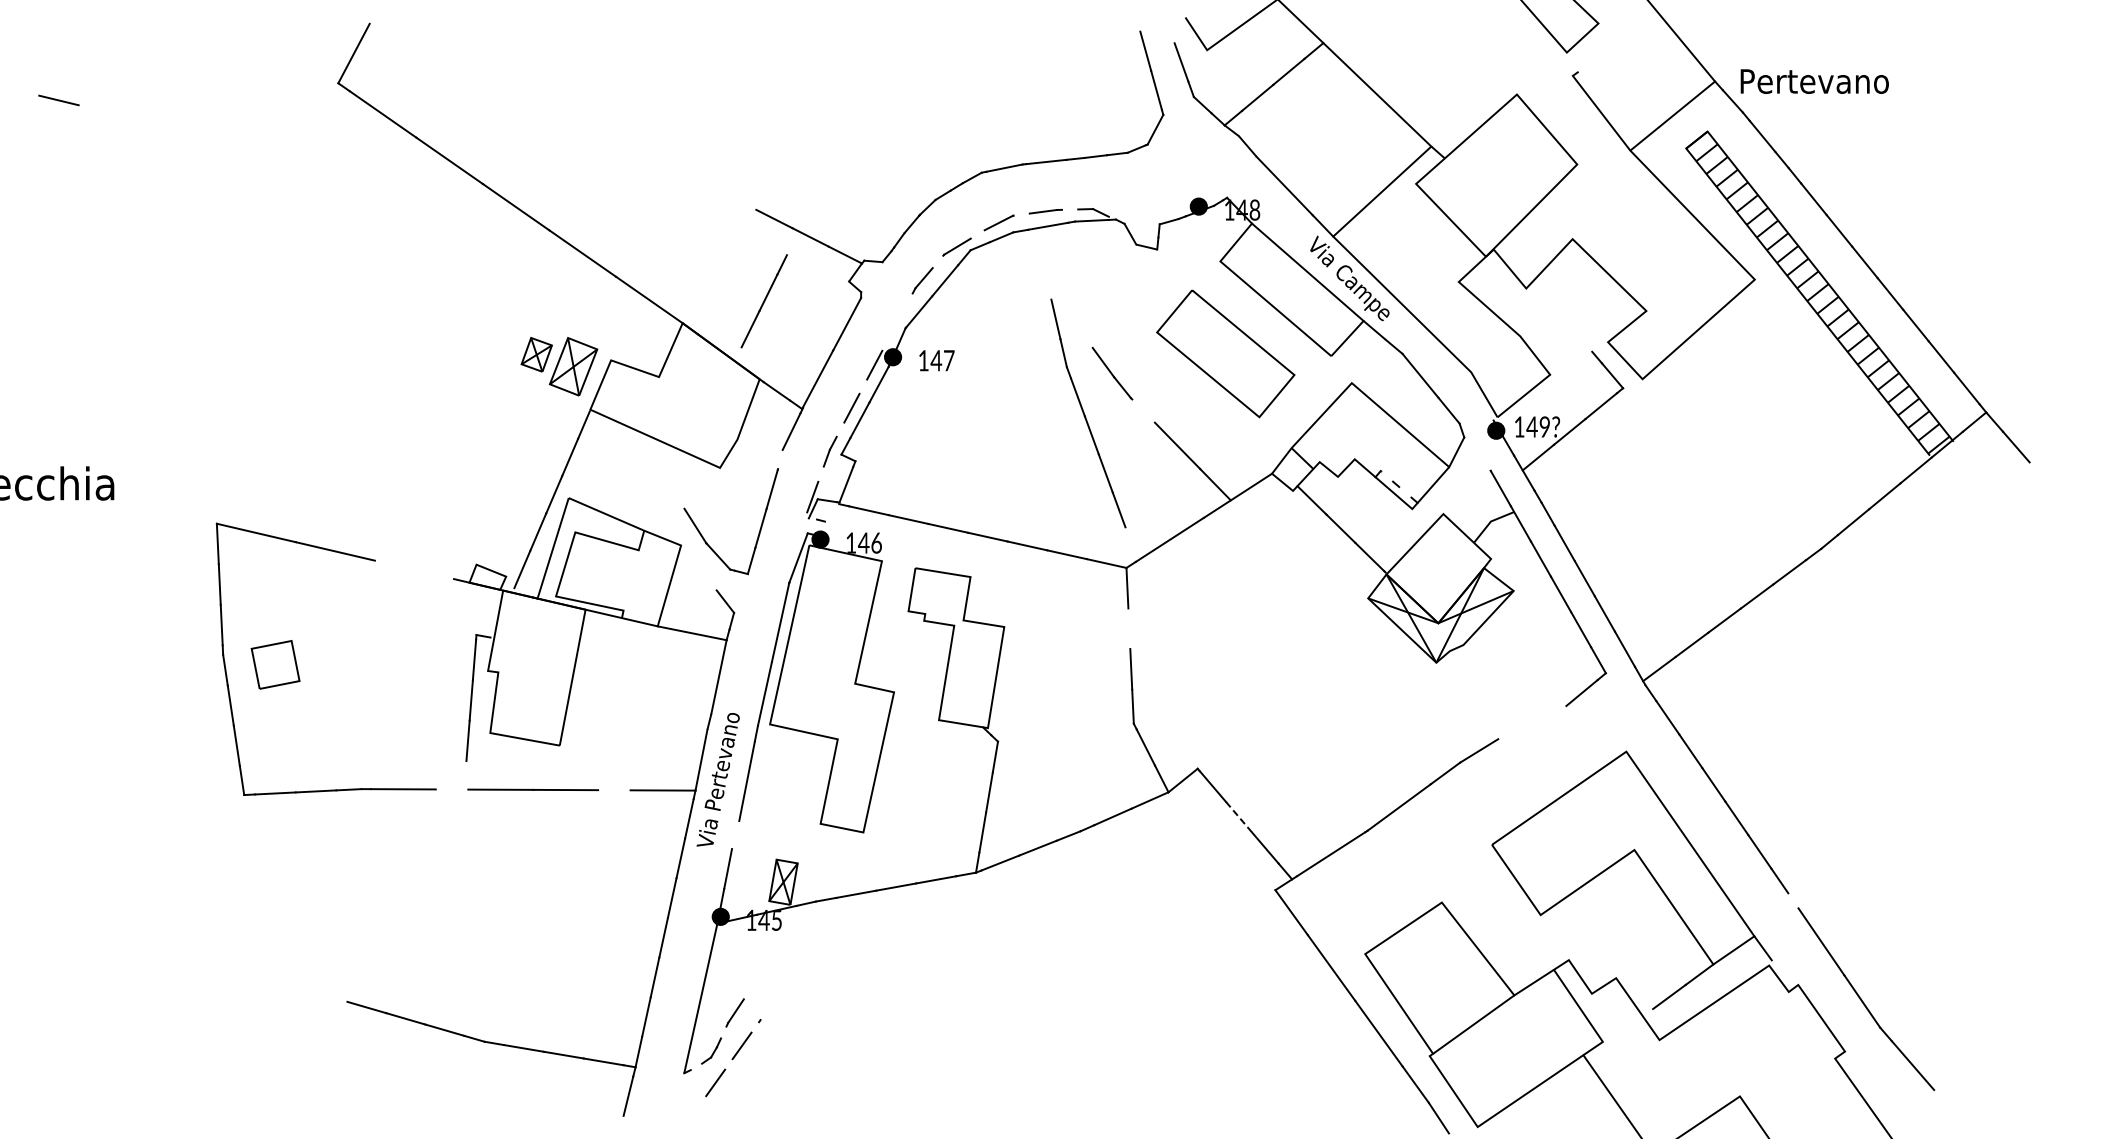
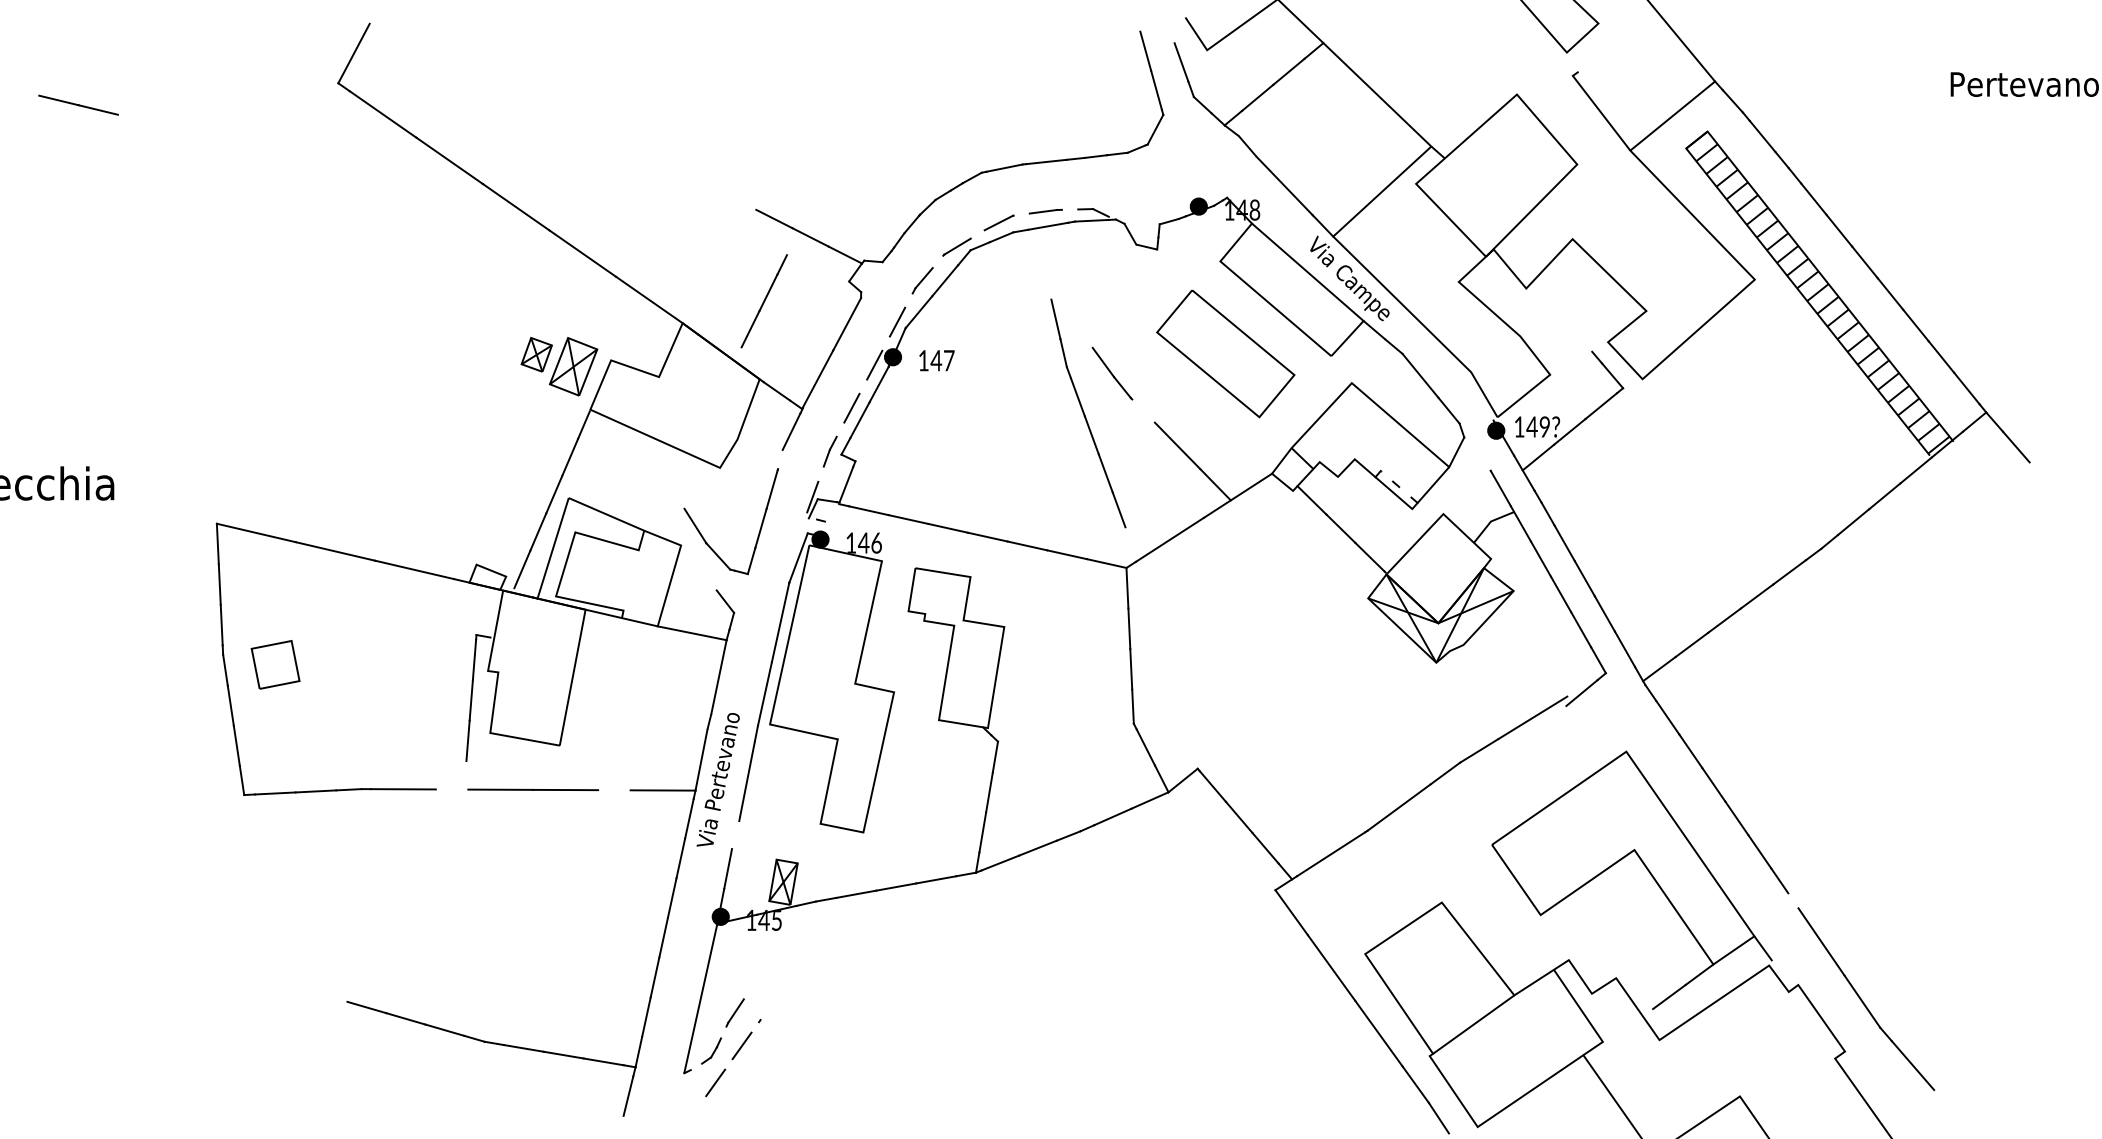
text at (1814, 81) position: (1814, 81) -> (2024, 84)
line at (97, 109): none -> present
line at (897, 321): none -> present
line at (413, 569): none -> present
line at (1129, 628): none -> present
line at (1532, 717): none -> present
line at (1239, 817): dashed -> solid
